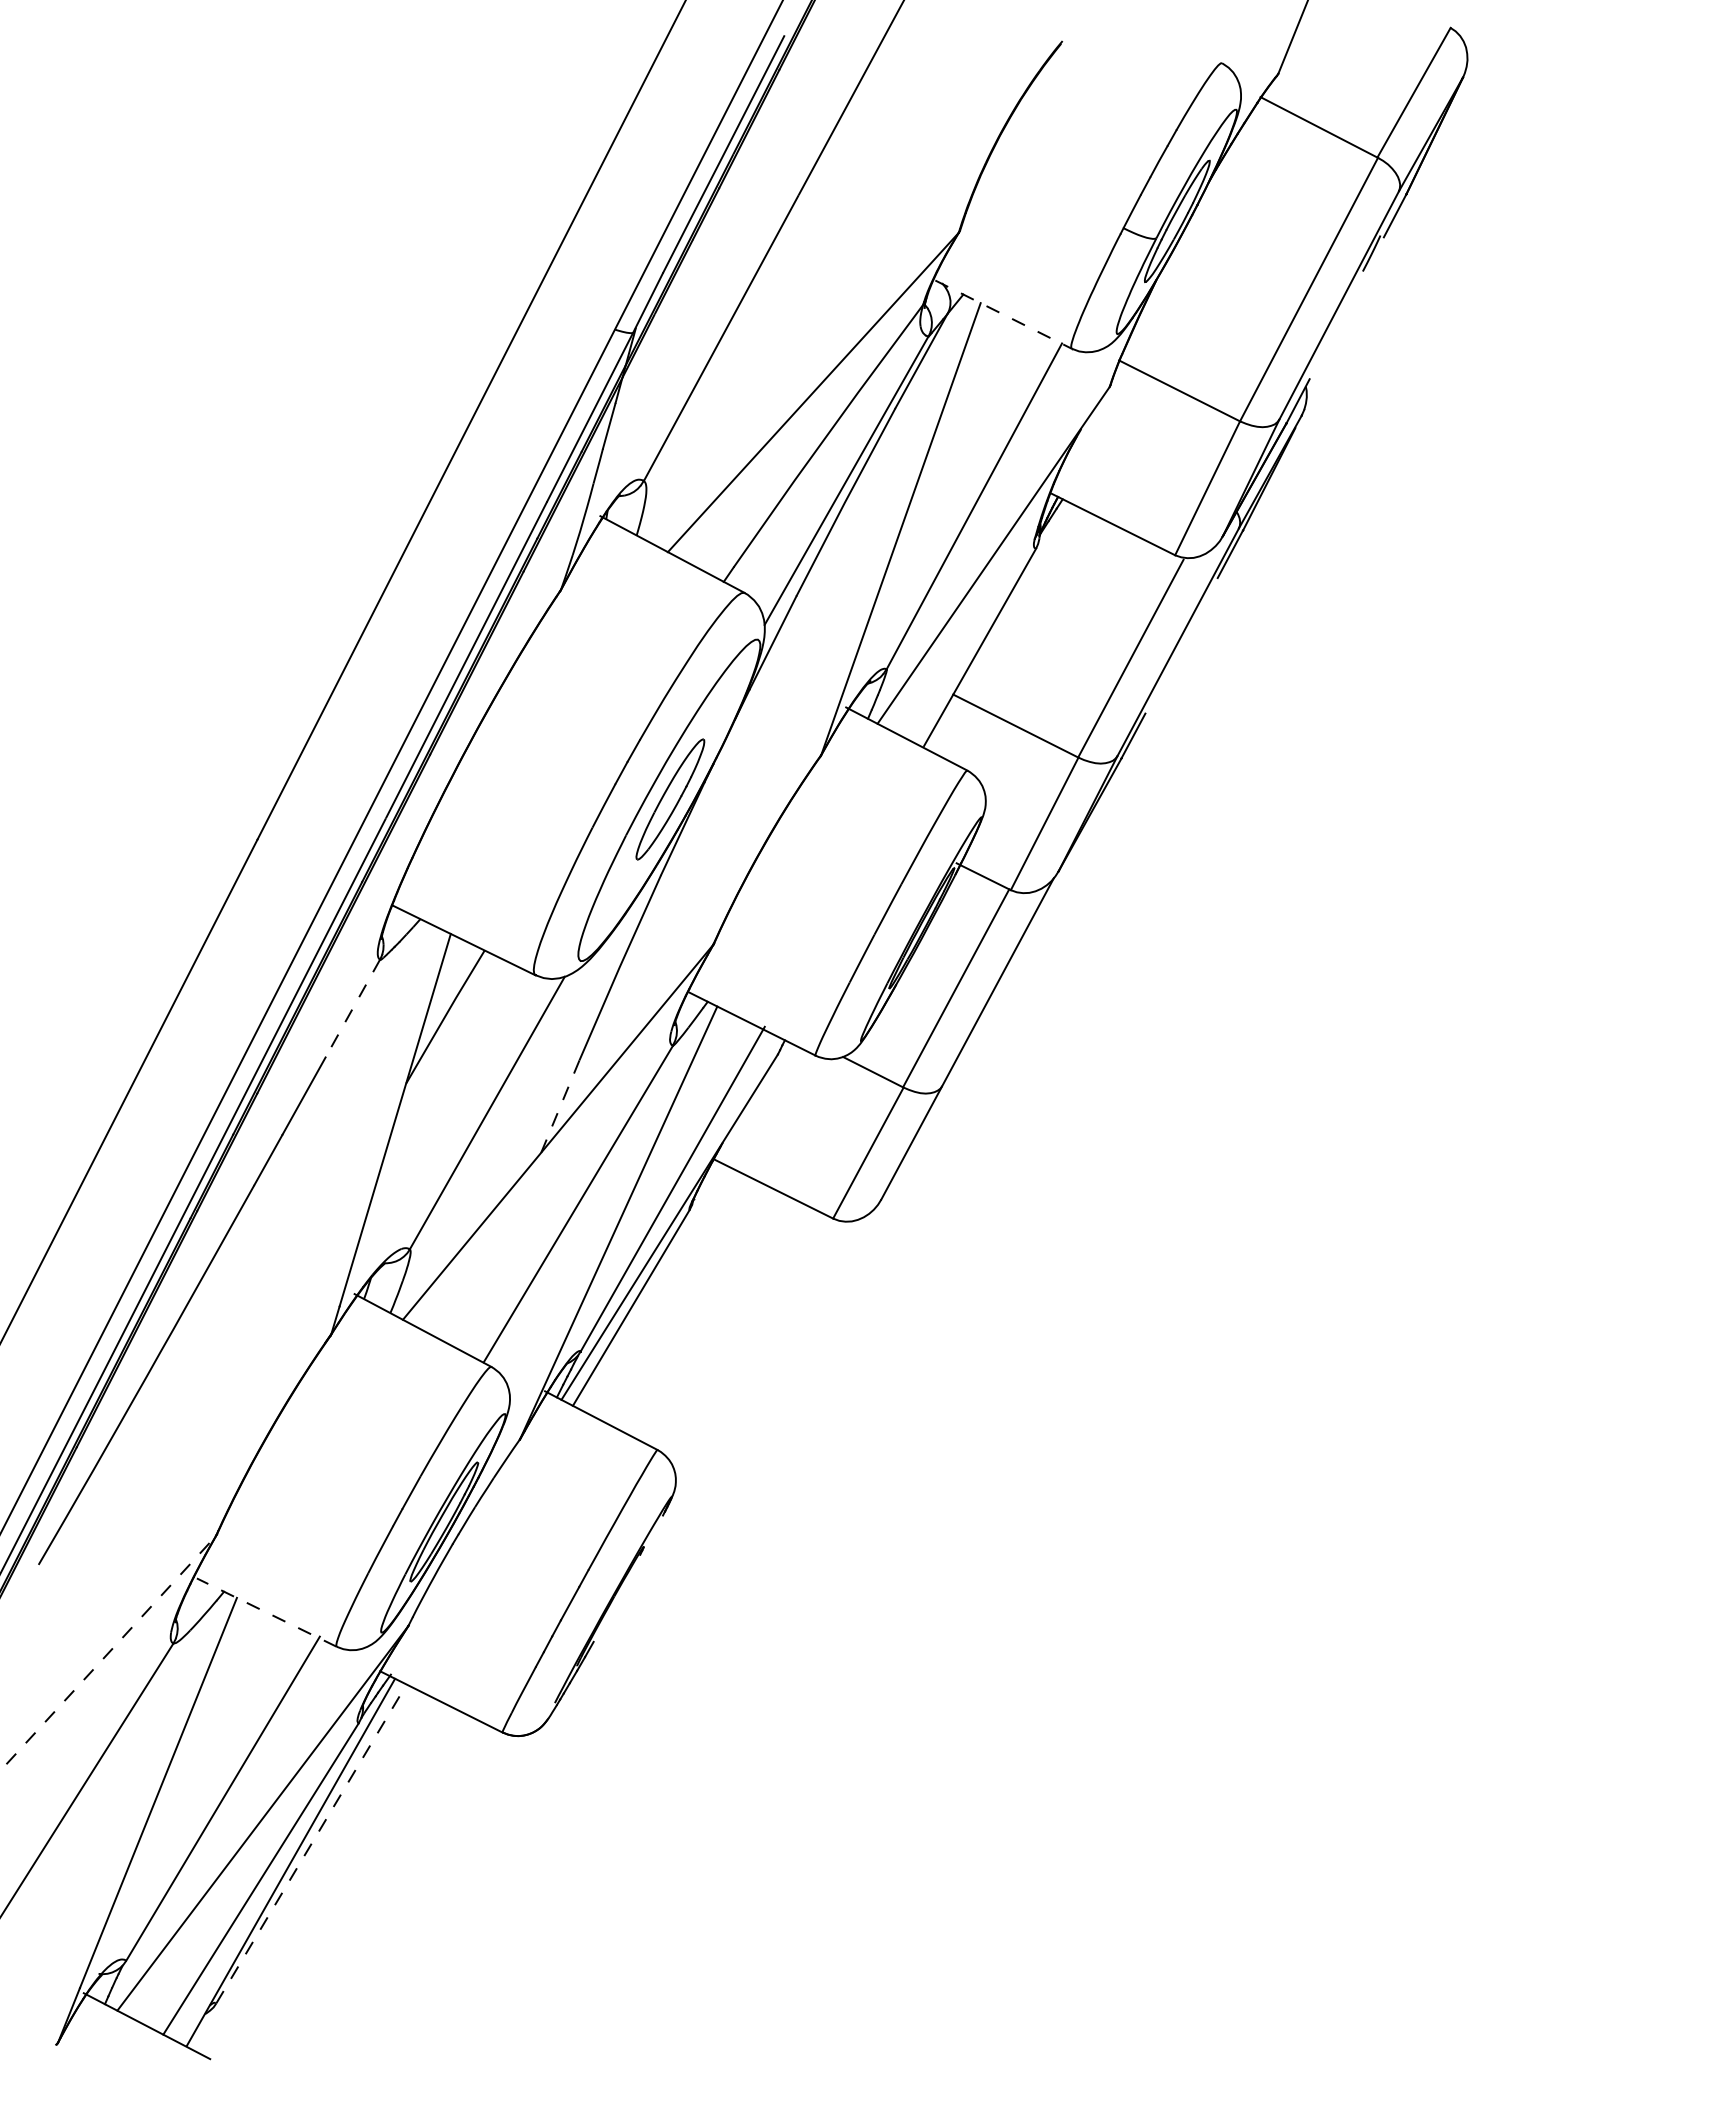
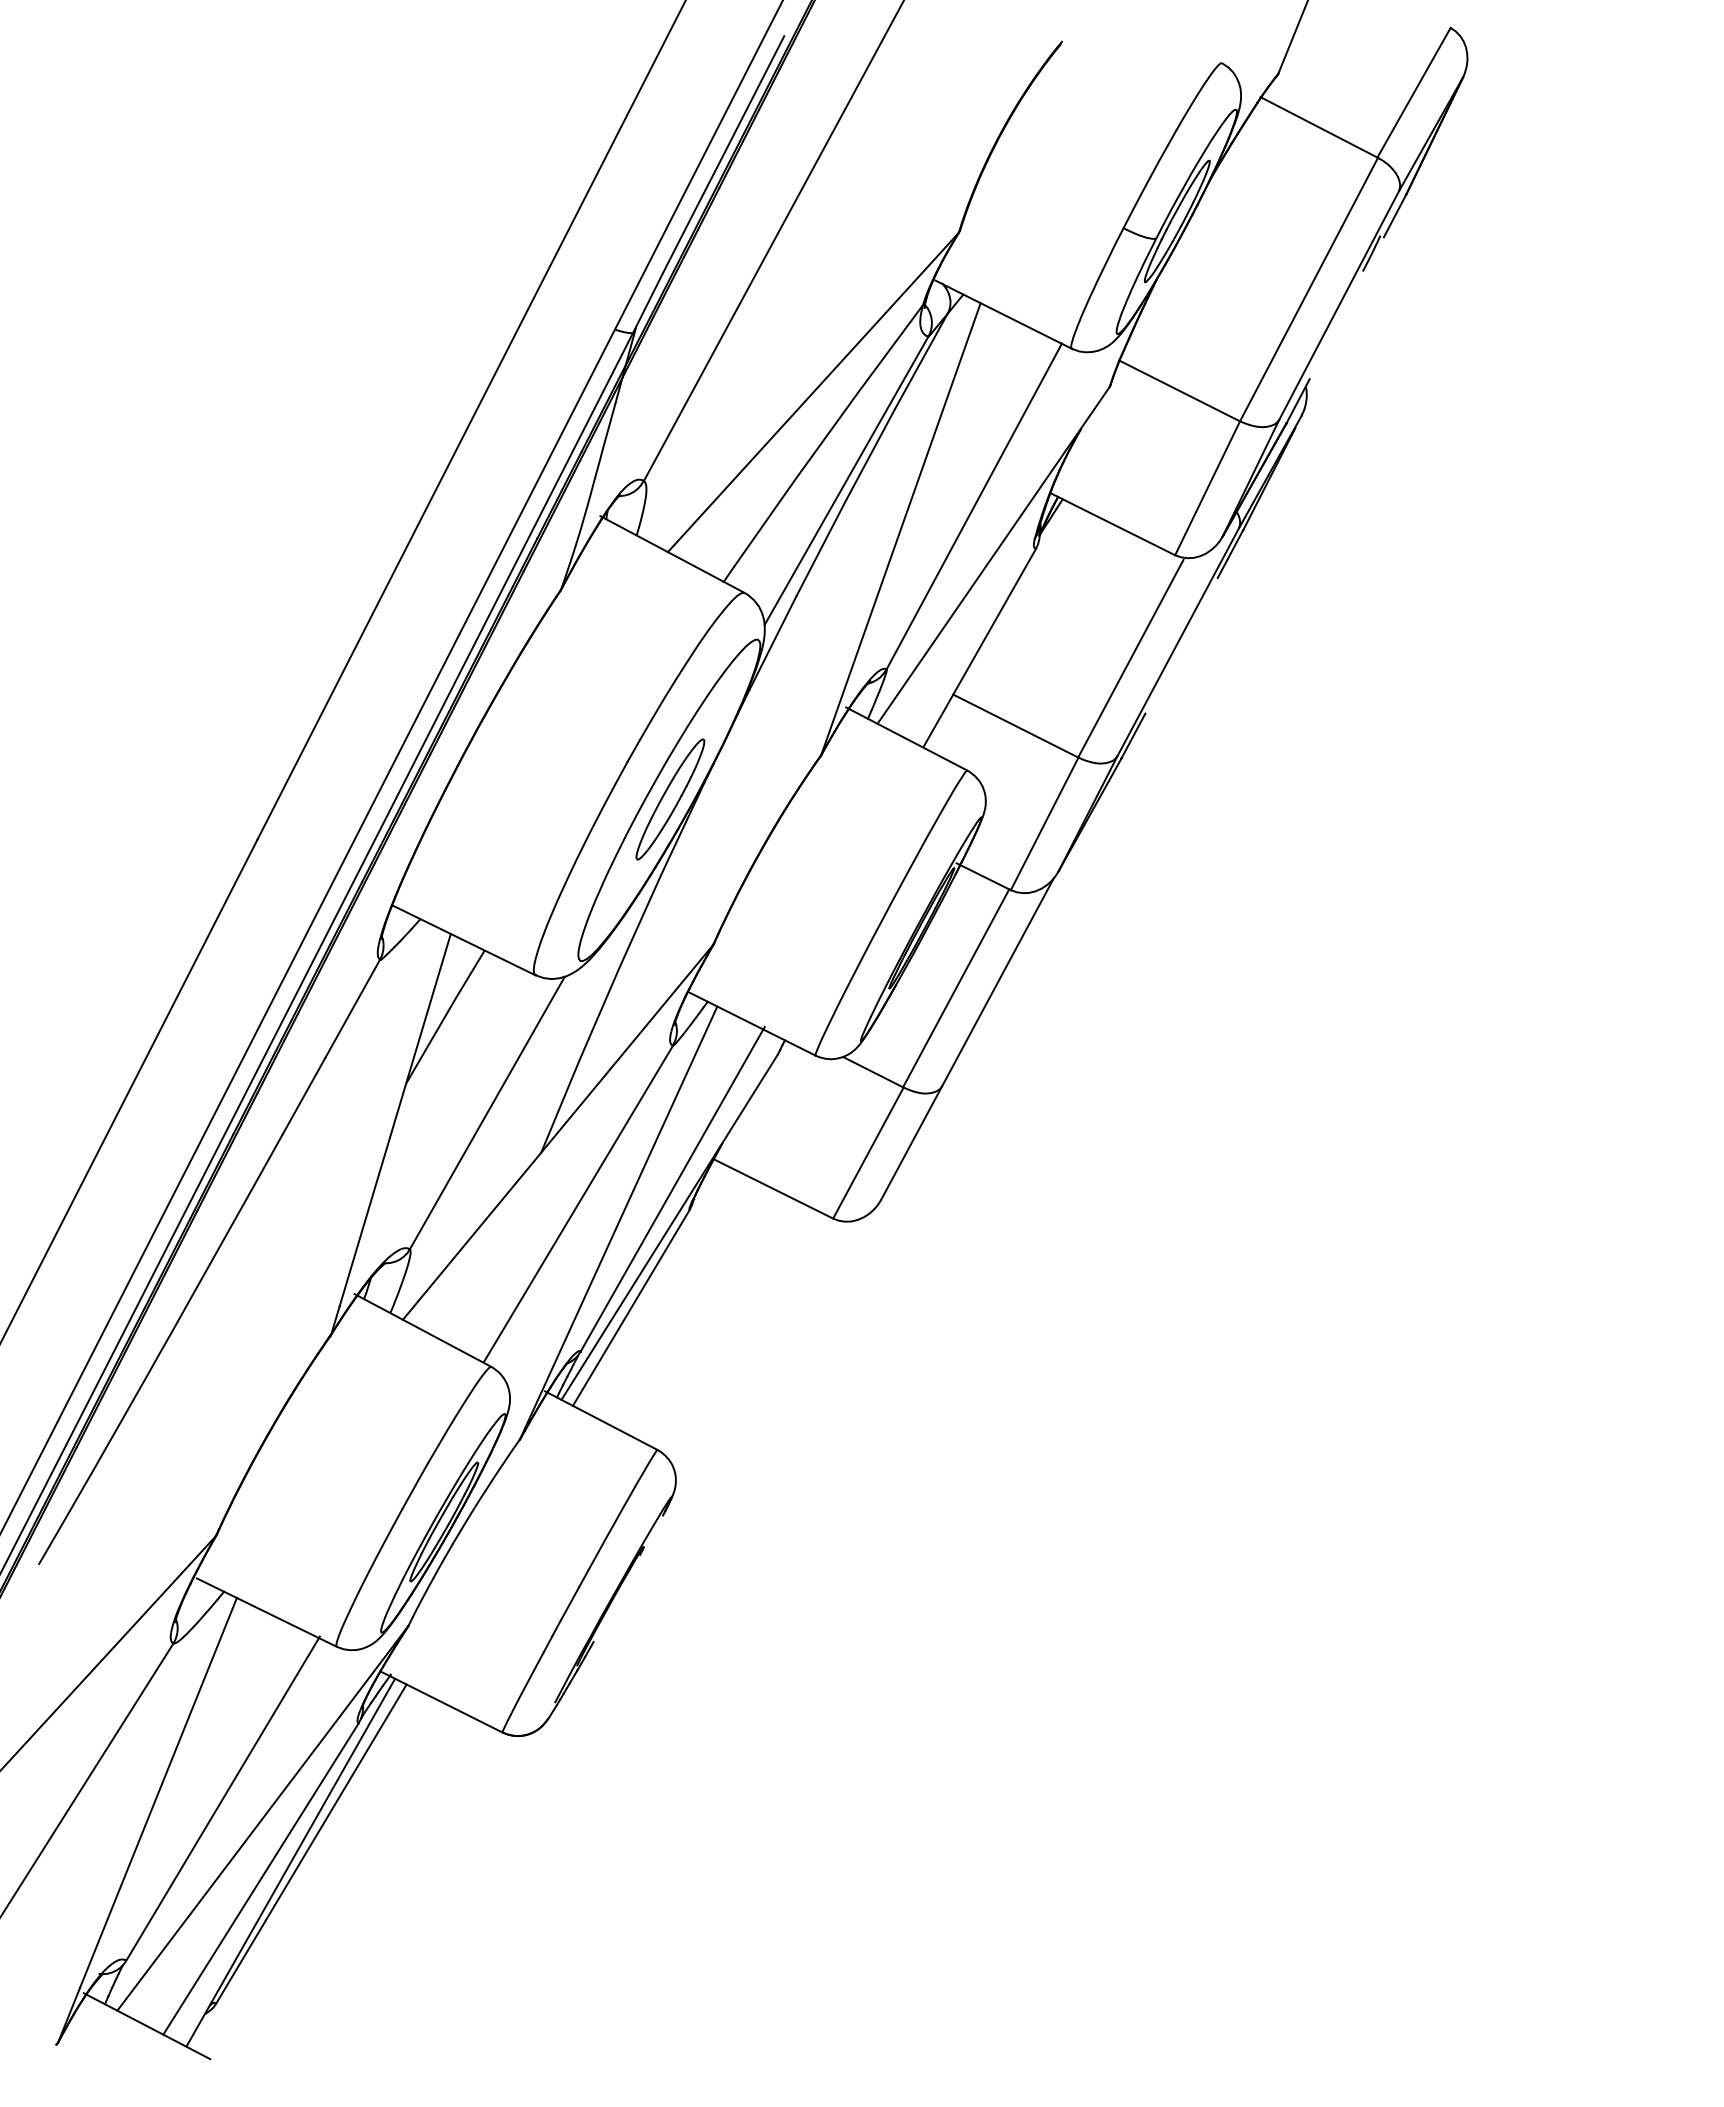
line at (1004, 314): dashed -> solid
line at (352, 1008): dashed -> solid
line at (560, 1106): dashed -> solid
line at (266, 1612): dashed -> solid
line at (108, 1653): dashed -> solid
line at (311, 1843): dashed -> solid
